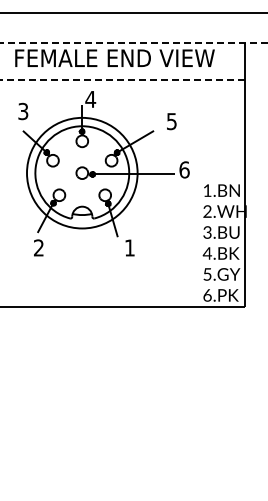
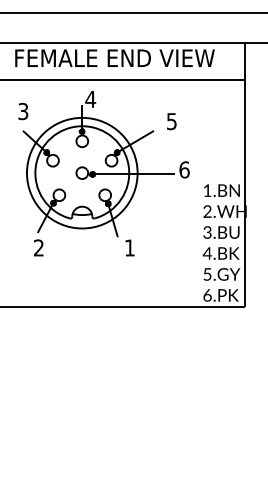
line at (134, 43): dashed -> solid
line at (122, 79): dashed -> solid
